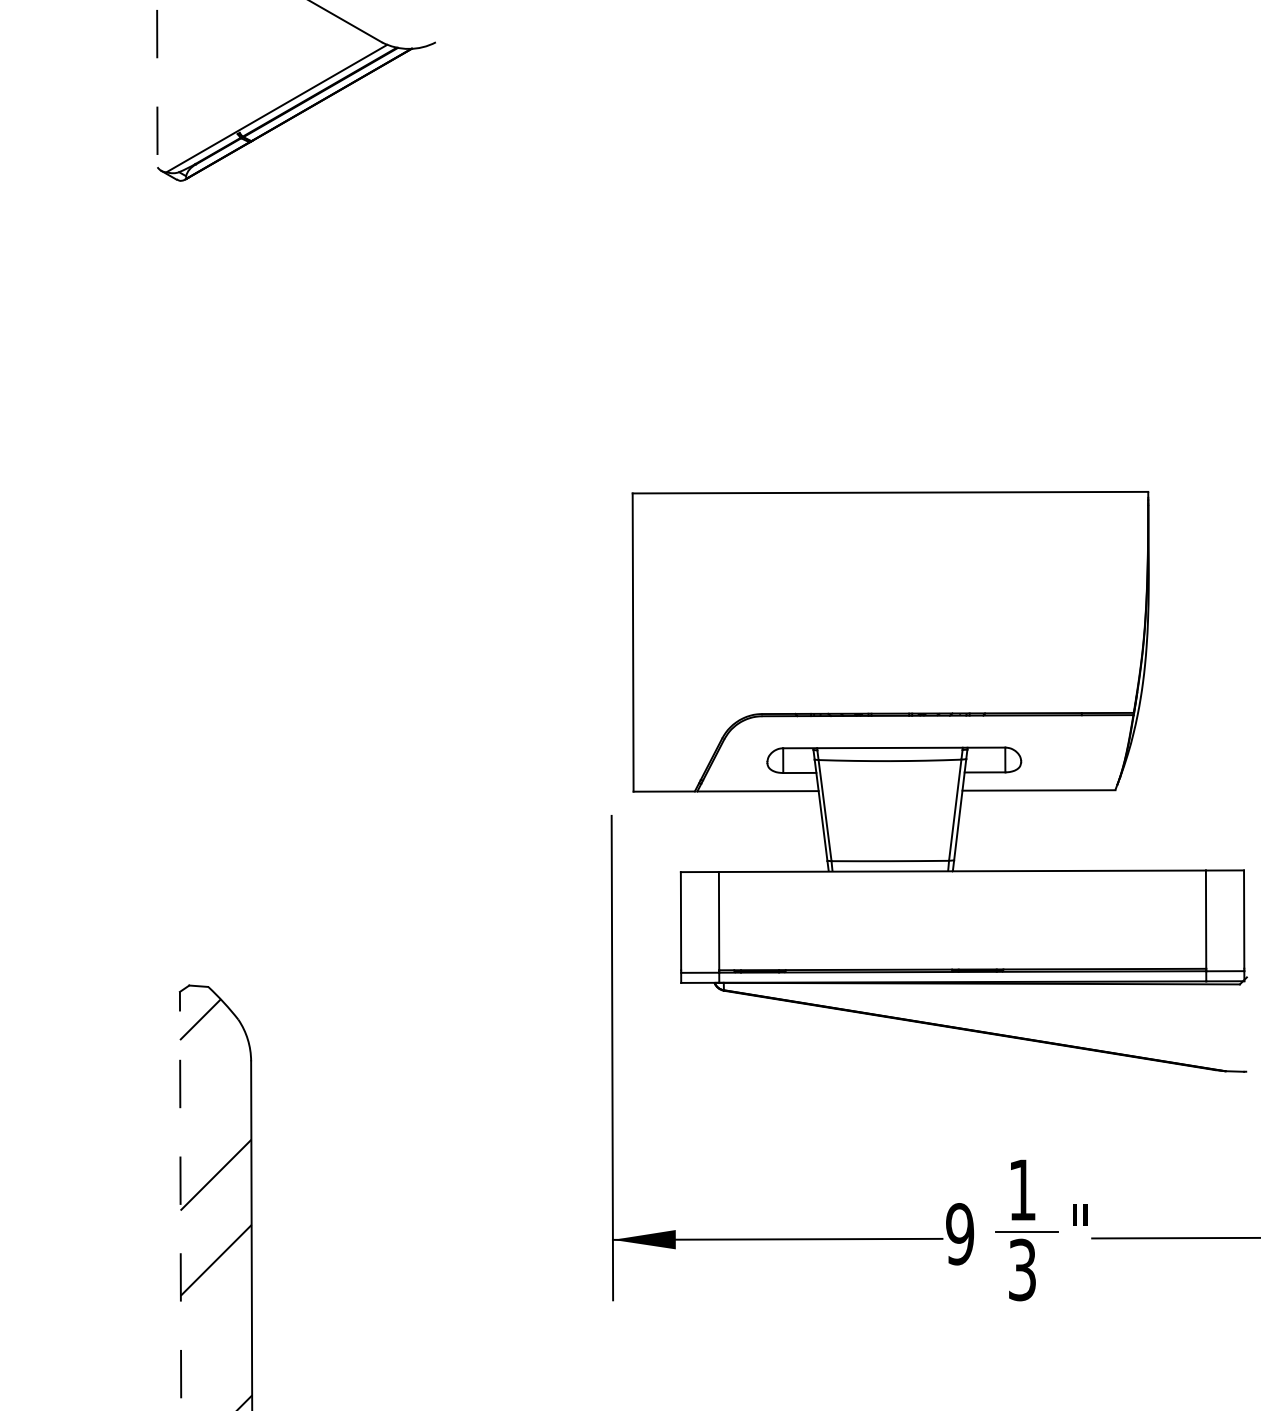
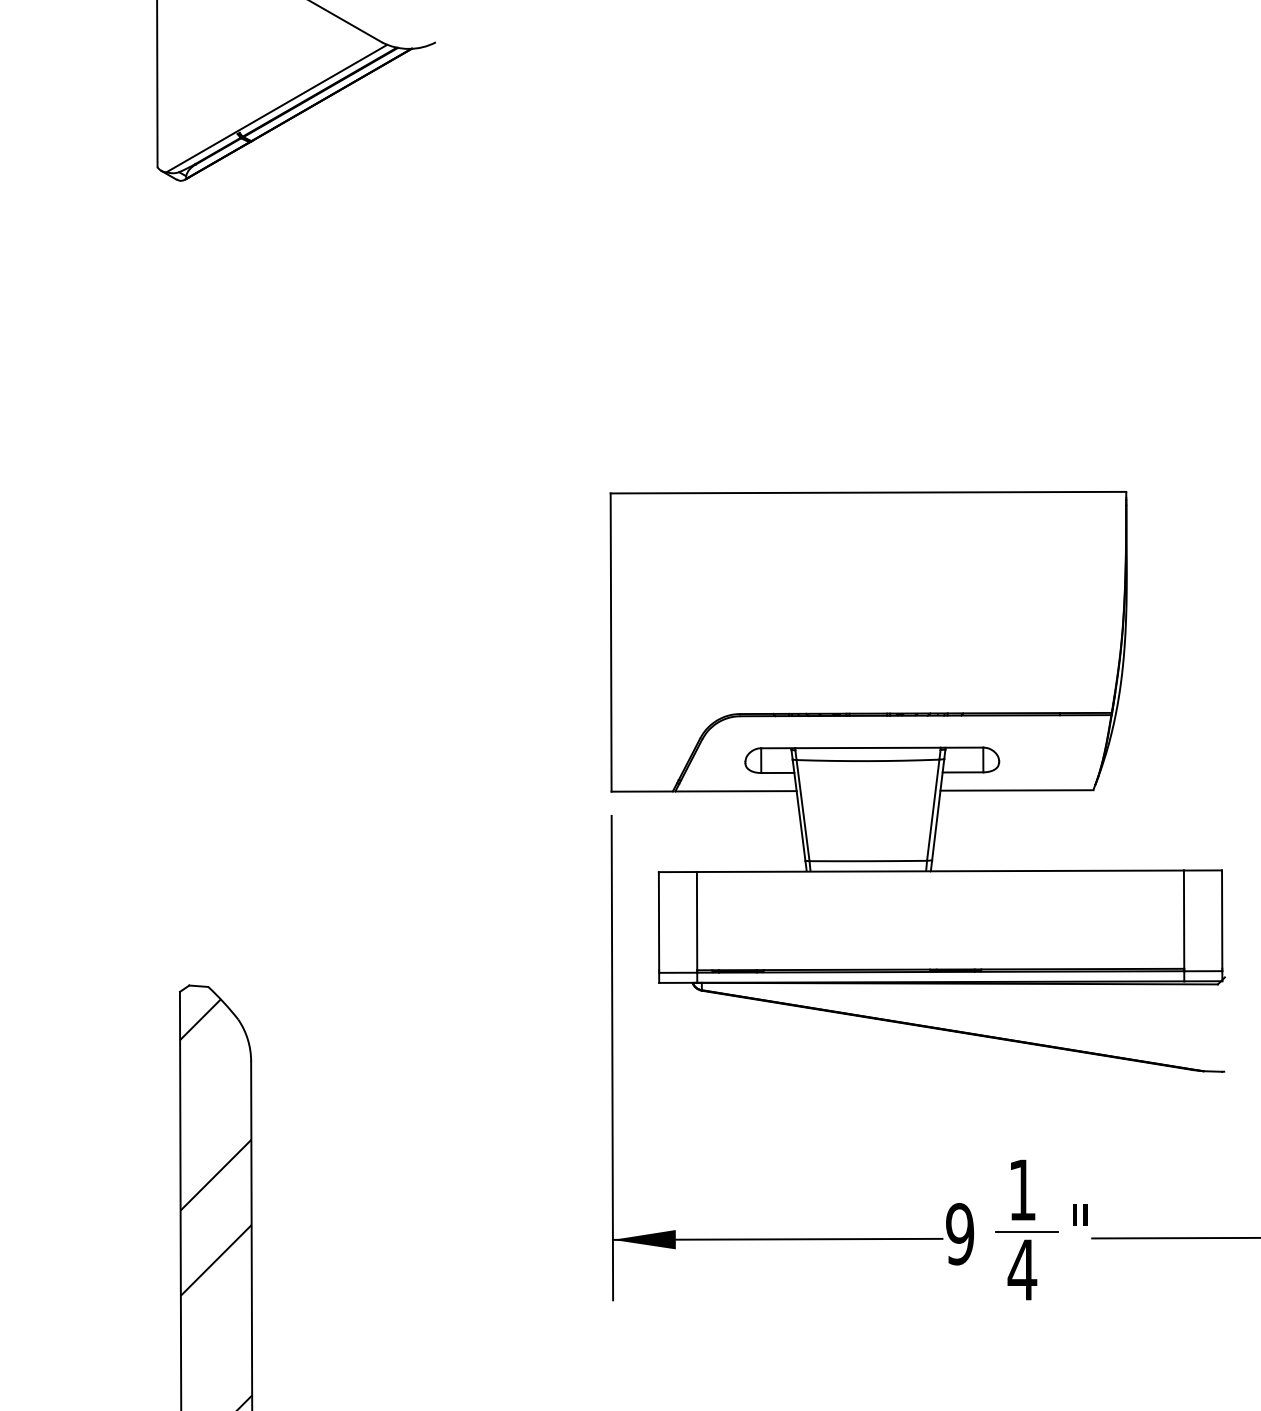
line at (157, 84): dashed -> solid
part at (939, 781) position: (939, 781) -> (917, 781)
line at (180, 1200): dashed -> solid
text at (1022, 1269): 3 -> 4
